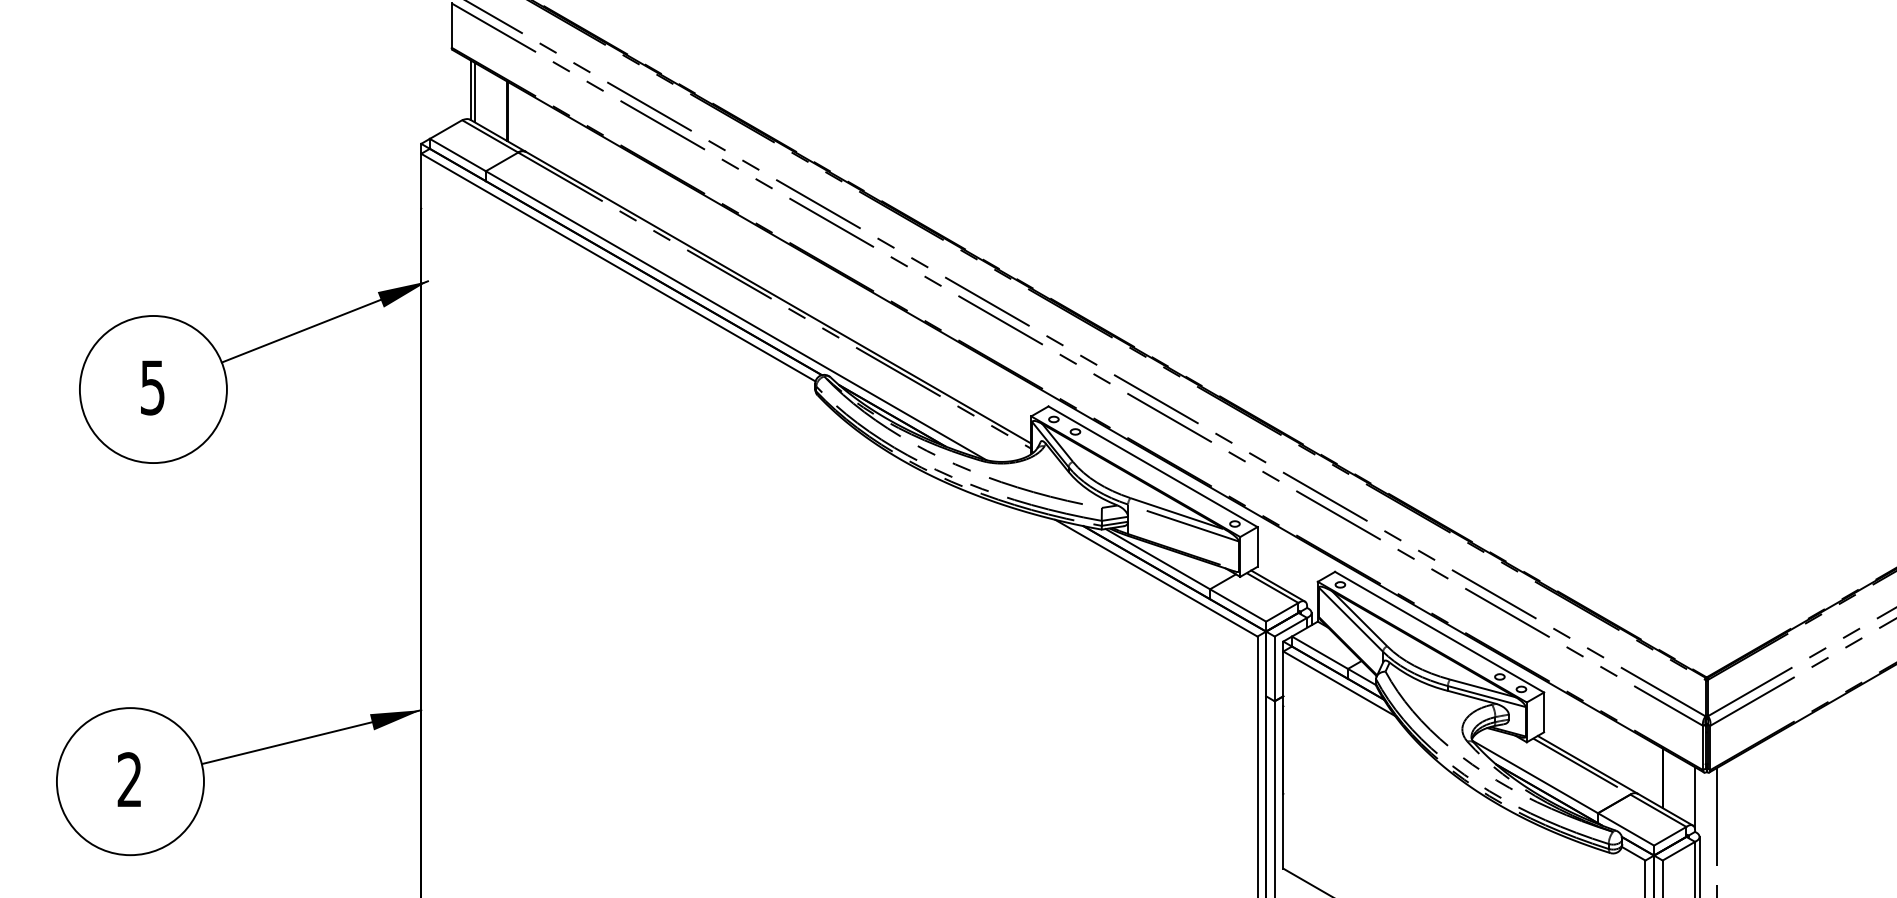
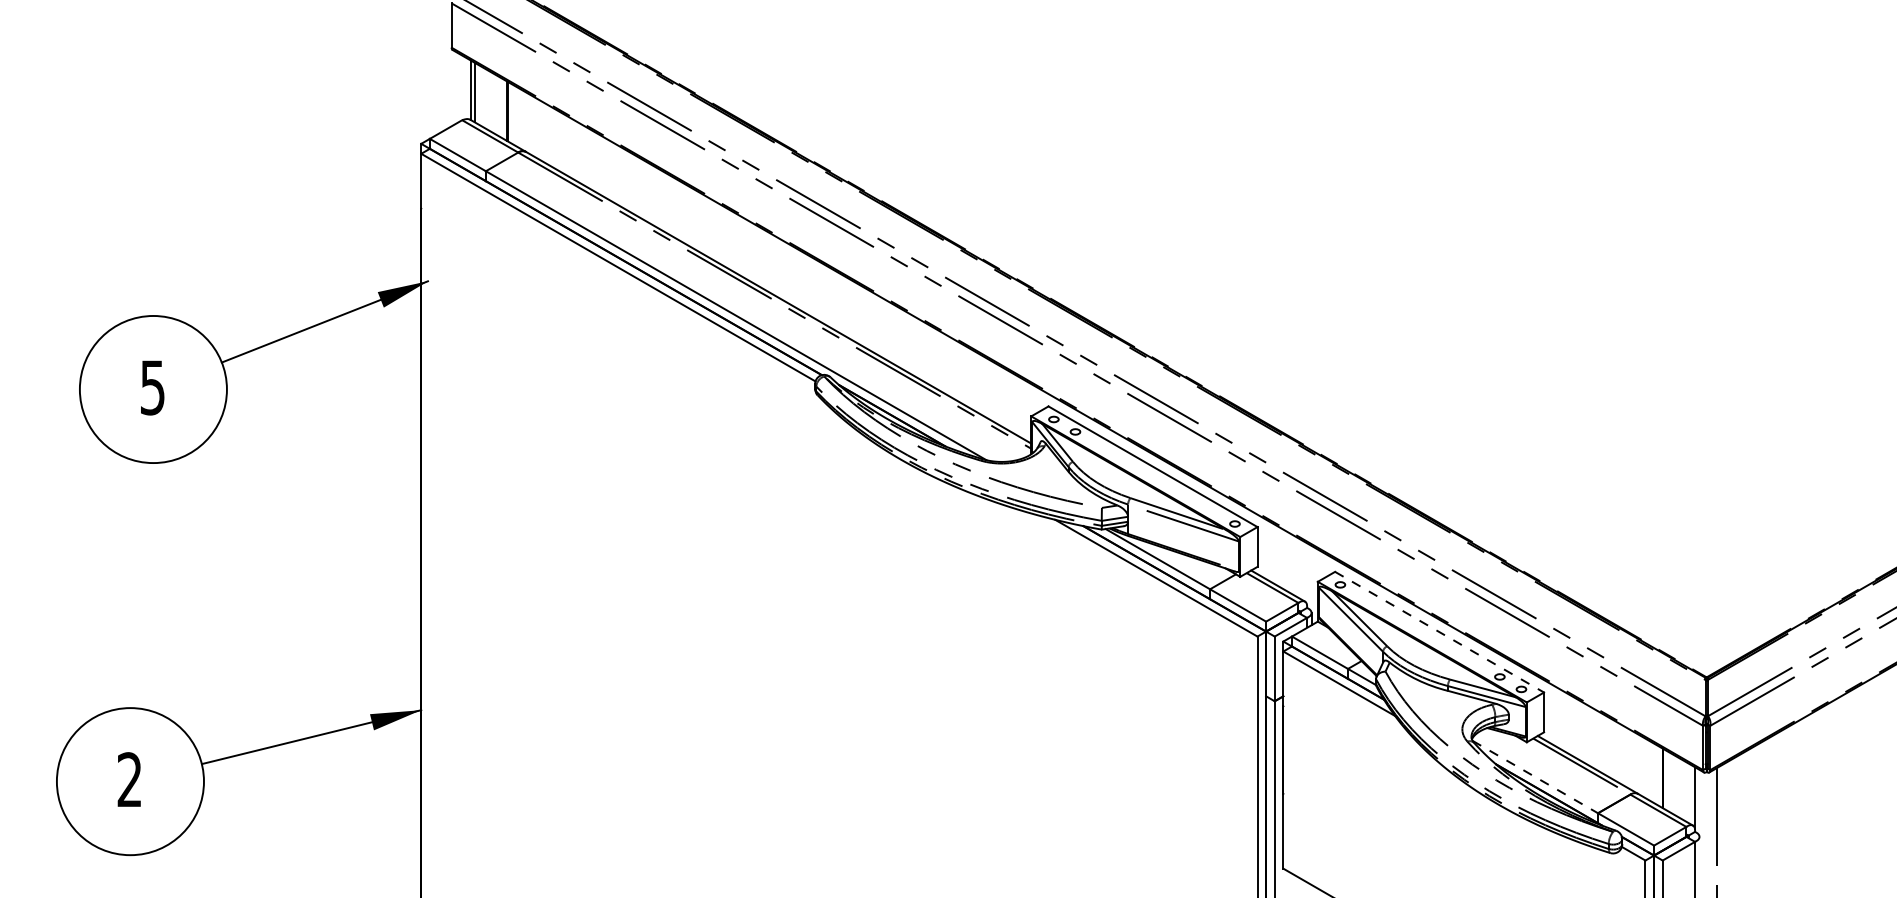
line at (1439, 632): solid -> dashed
line at (1535, 777): solid -> dashed
line at (1699, 865): present -> none
